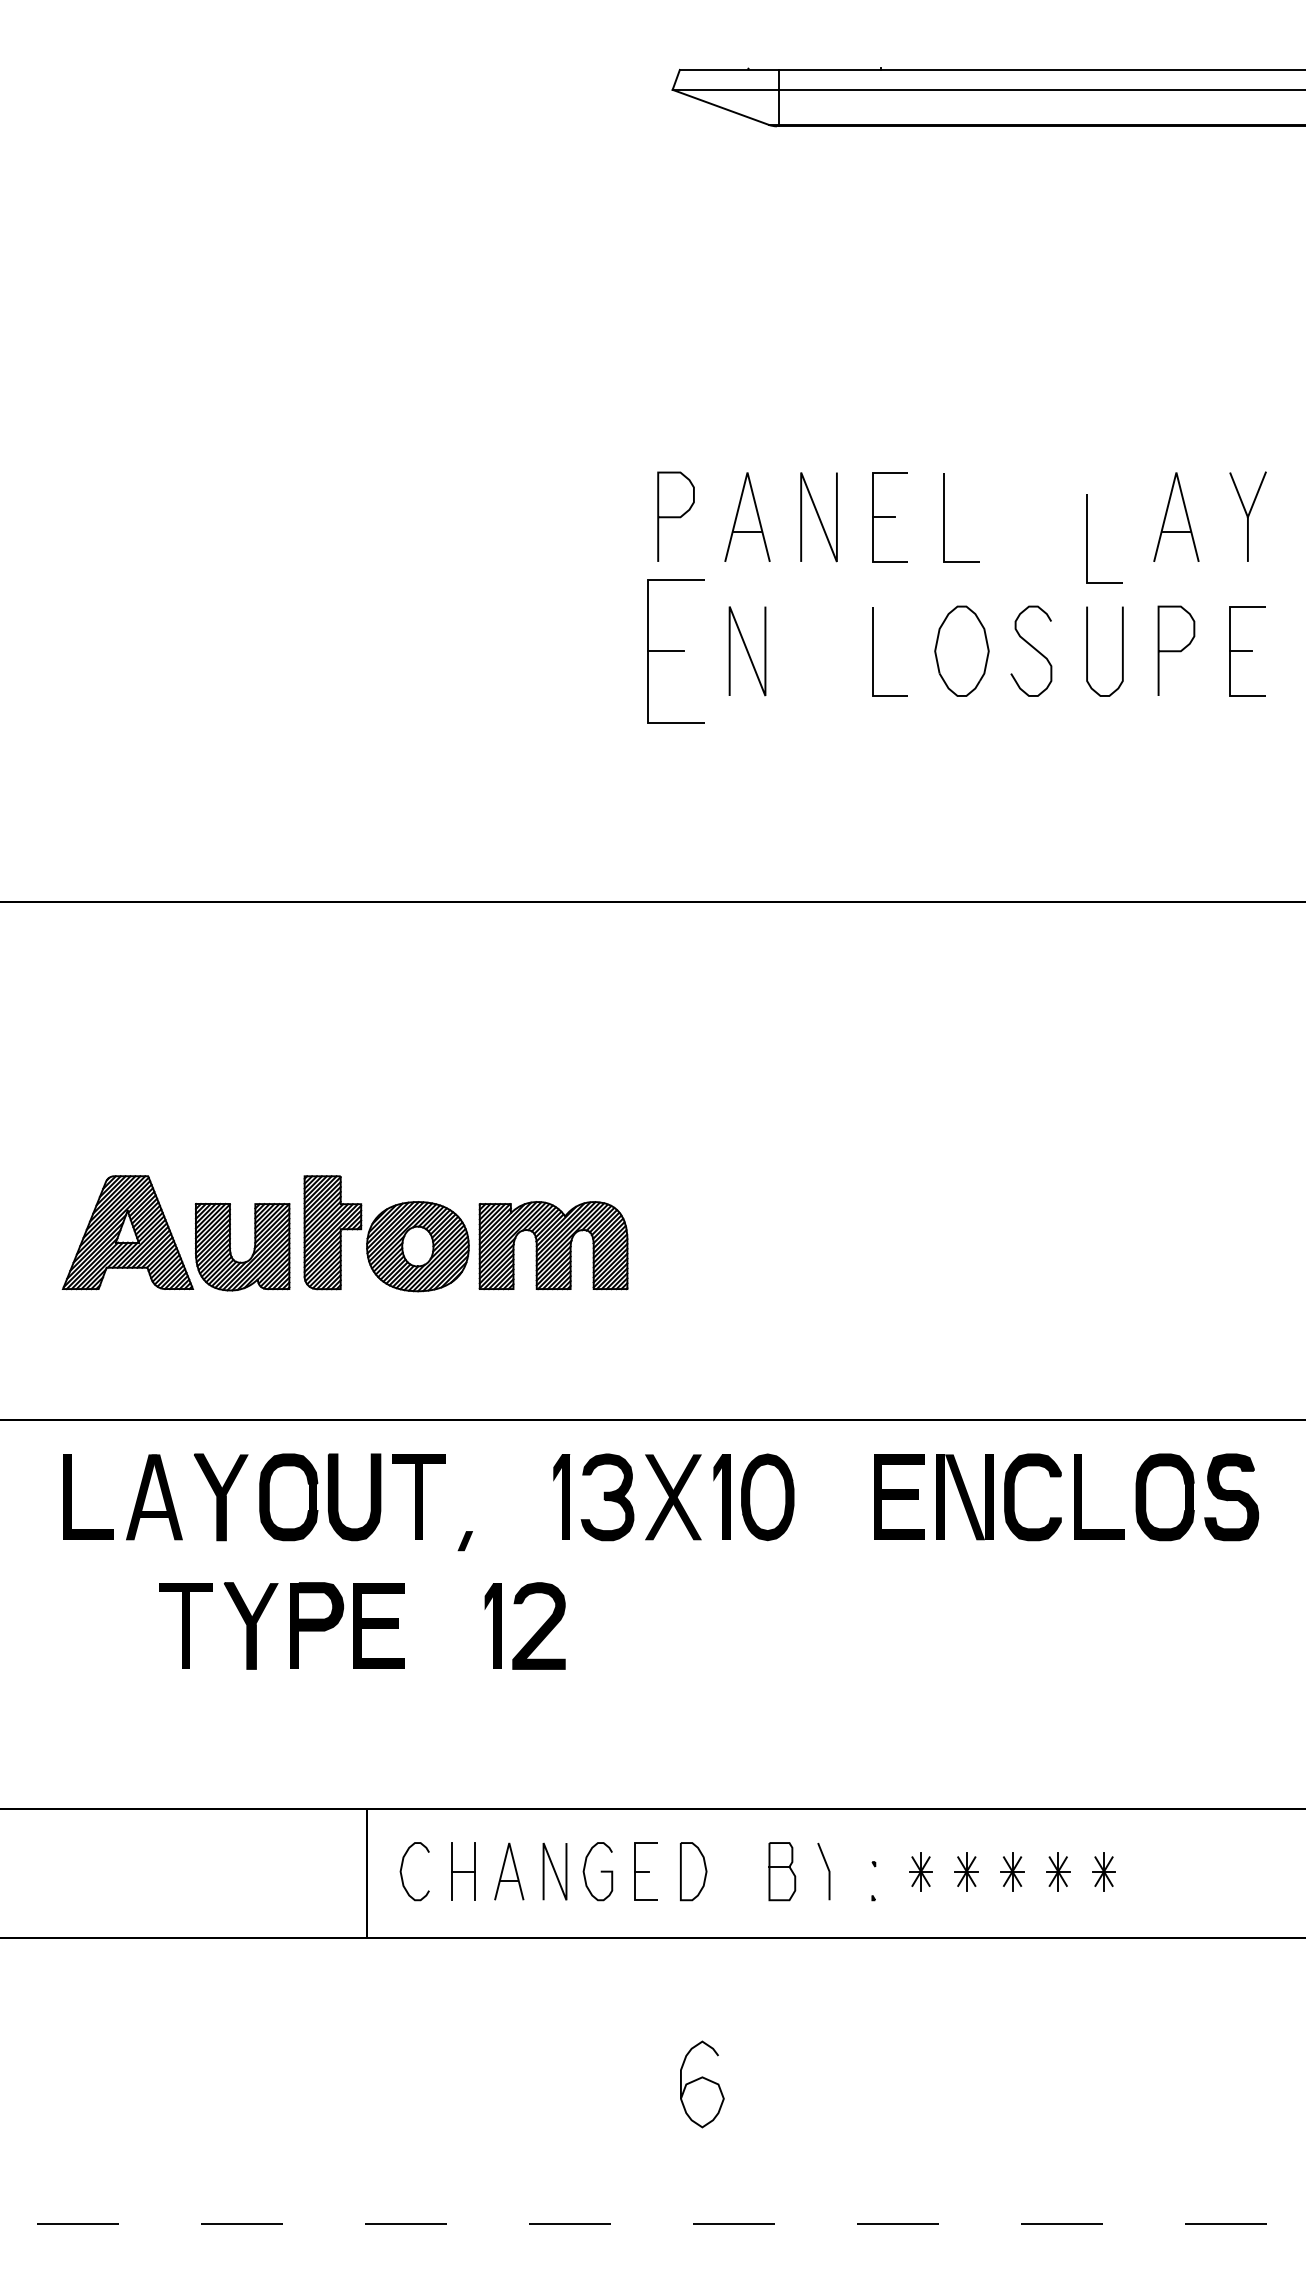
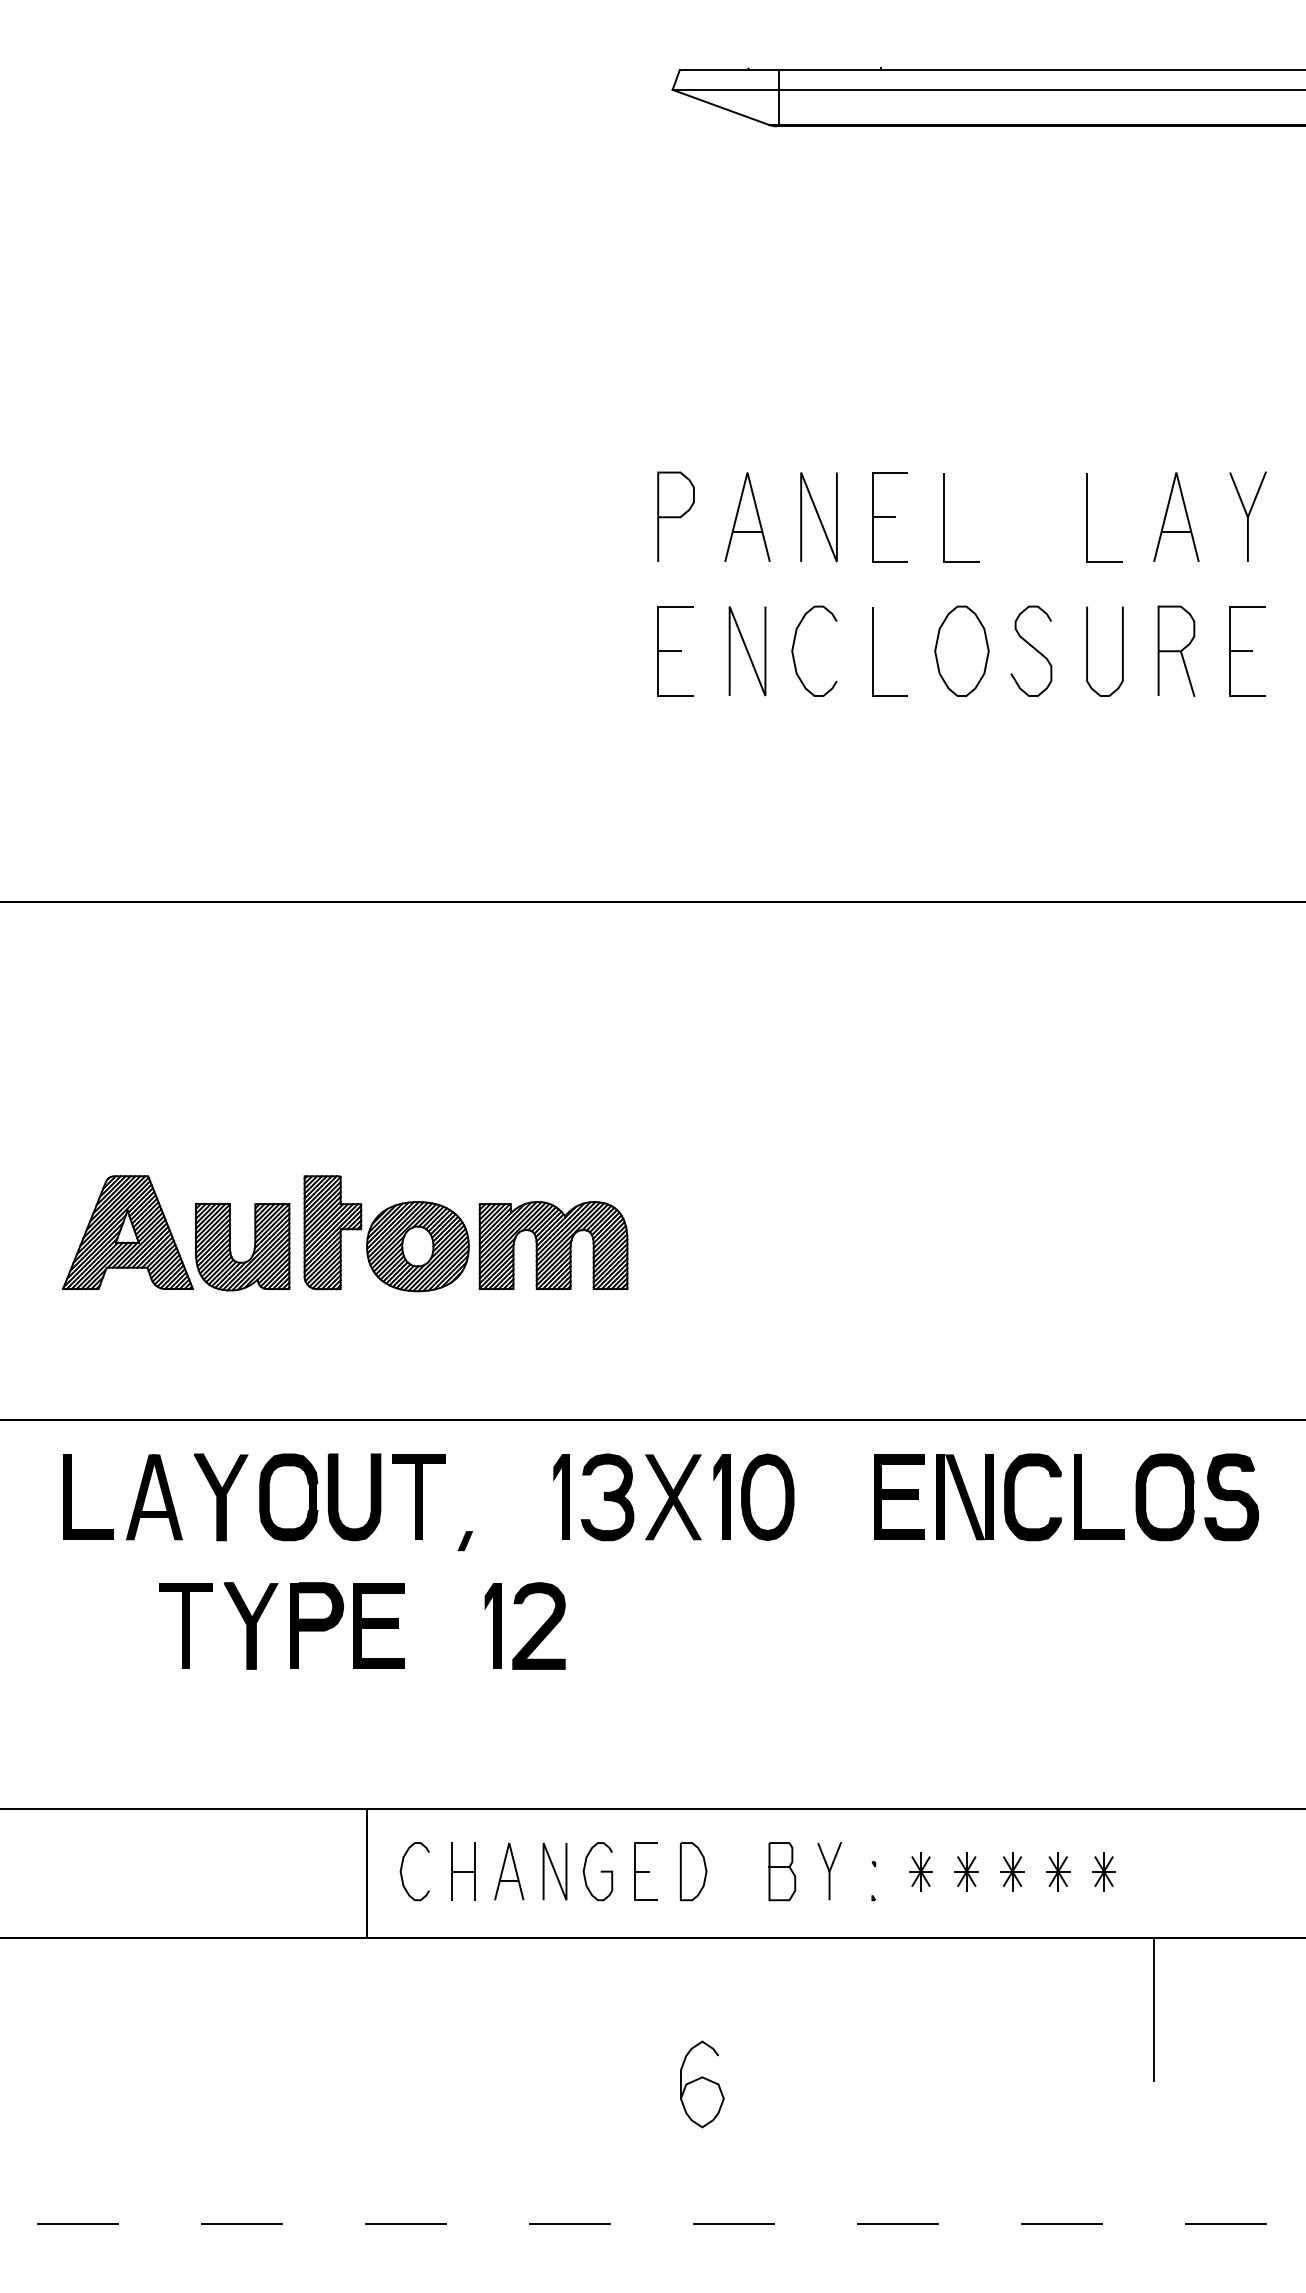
line at (1087, 538) position: (1087, 538) -> (1087, 517)
curve at (794, 646): none -> present
part at (675, 651) size: 58x145 px -> 37x91 px
line at (1187, 673): none -> present
line at (834, 1857): none -> present
line at (1154, 2009): none -> present
